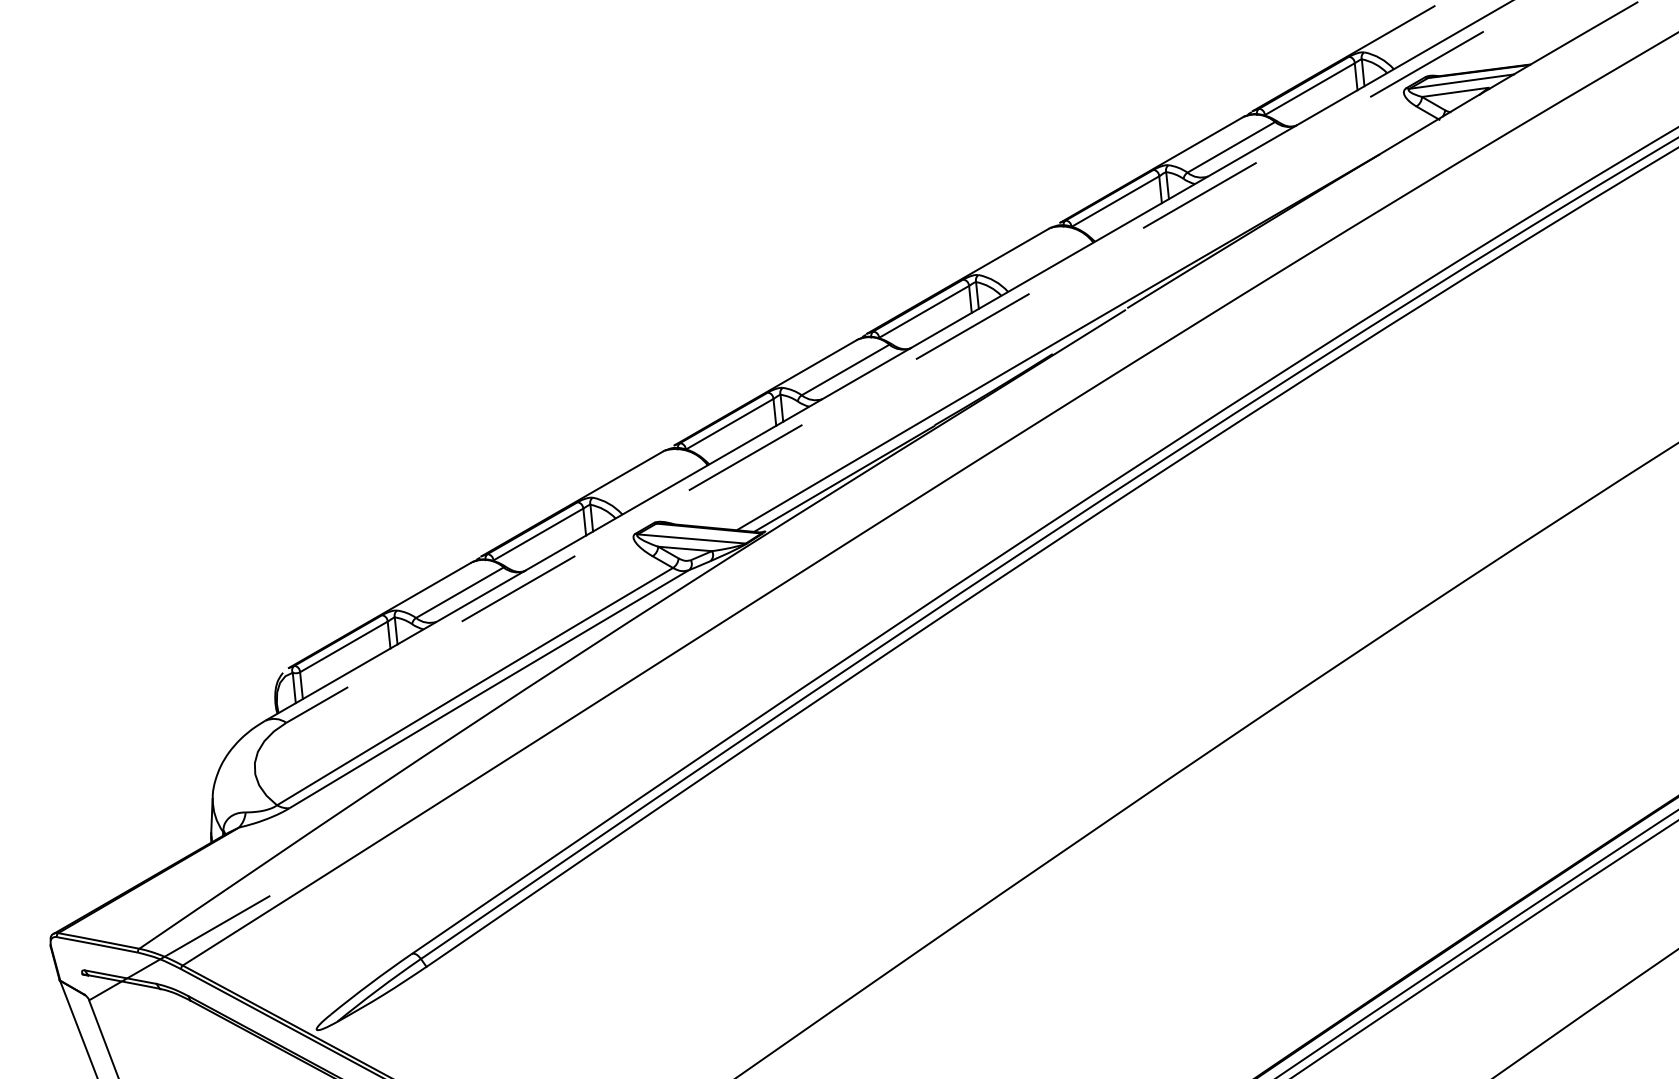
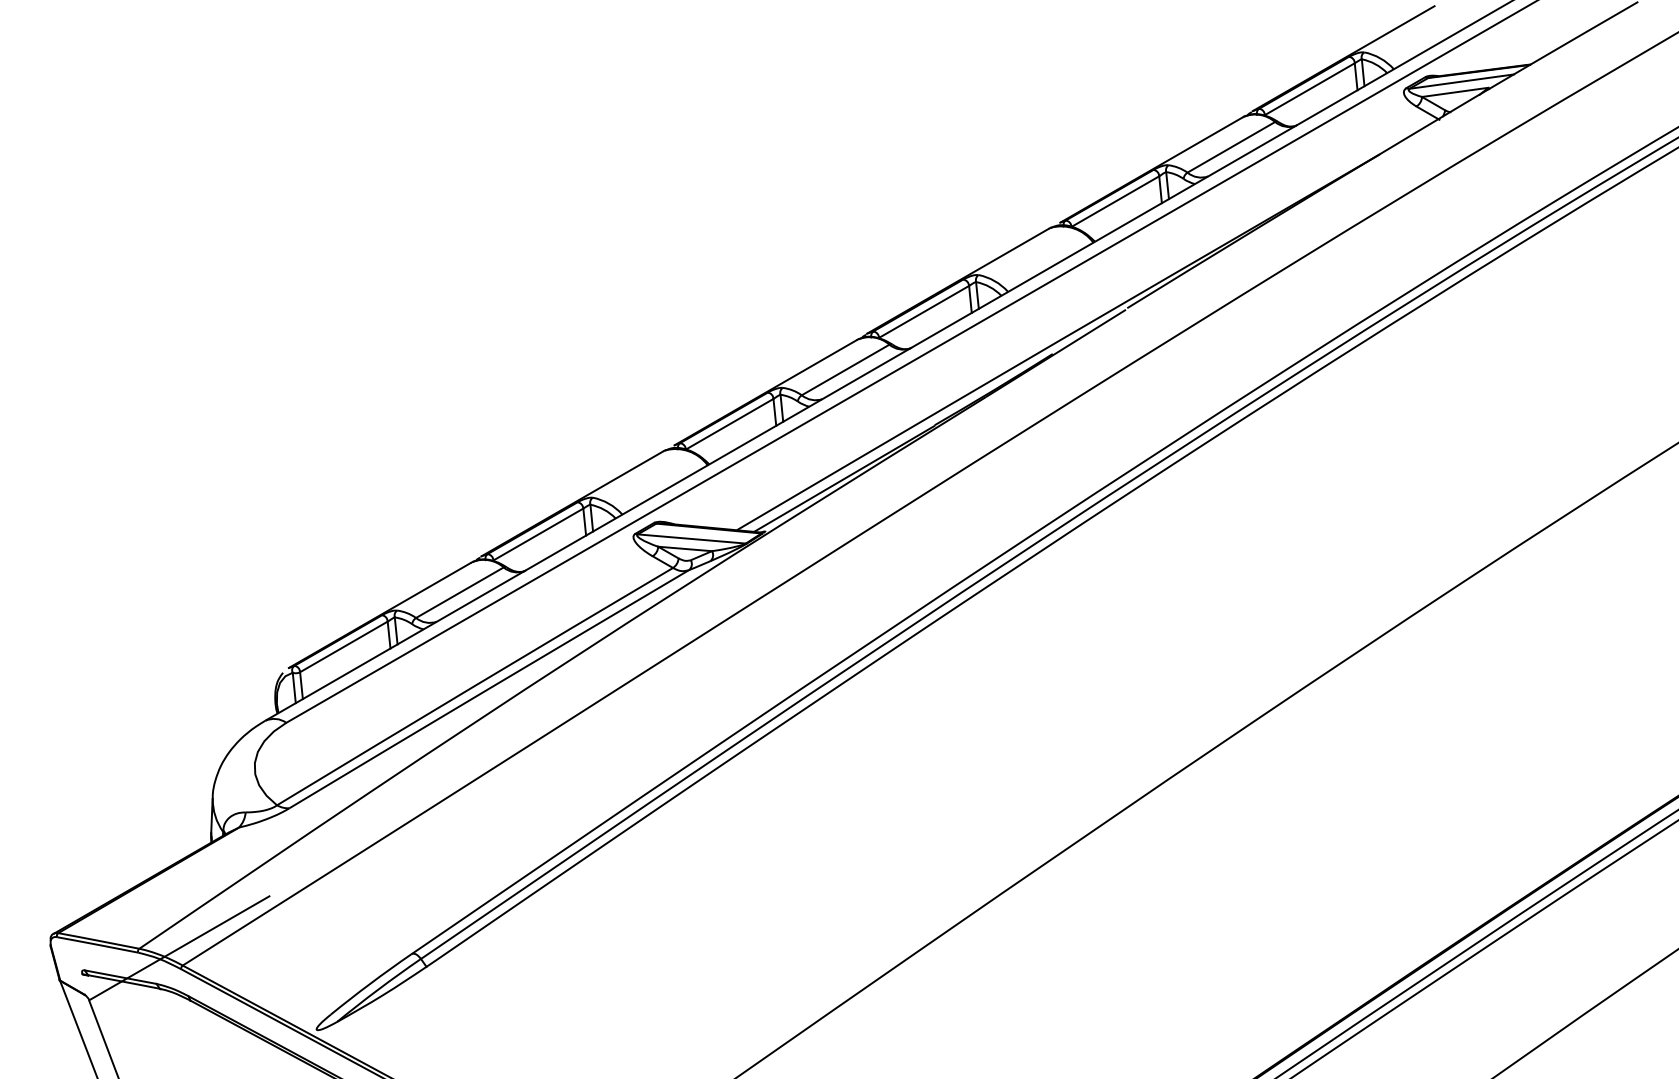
line at (911, 361): dashed -> solid
